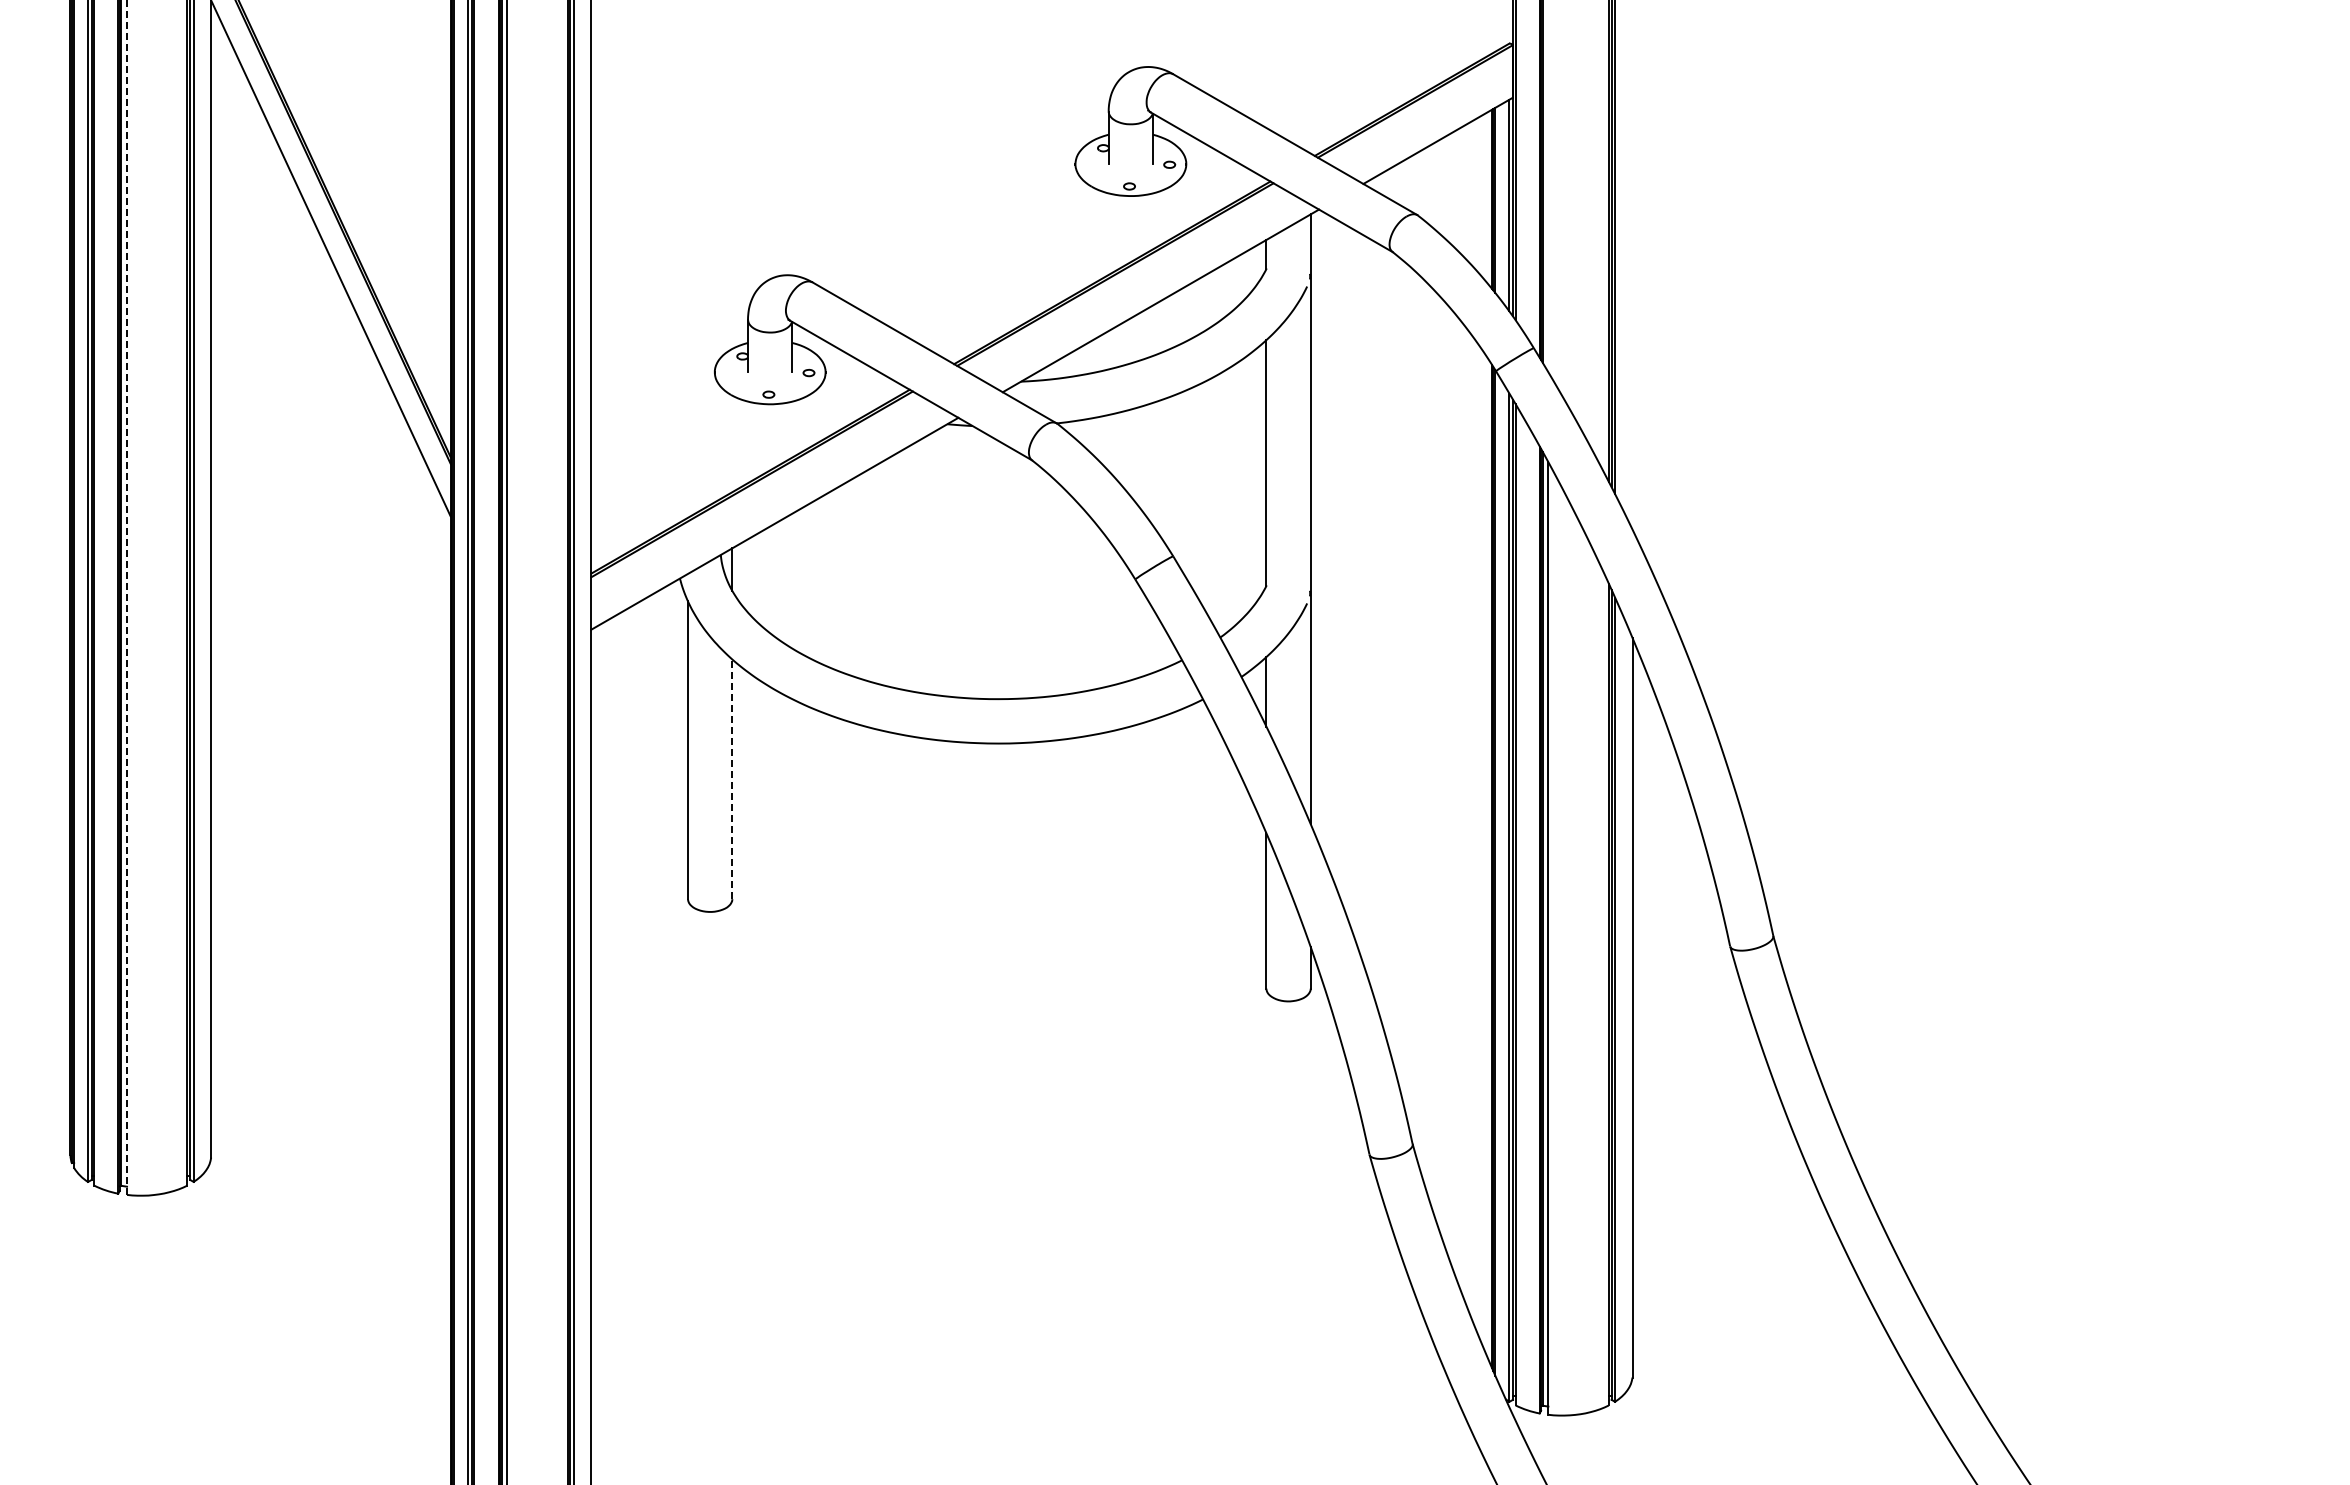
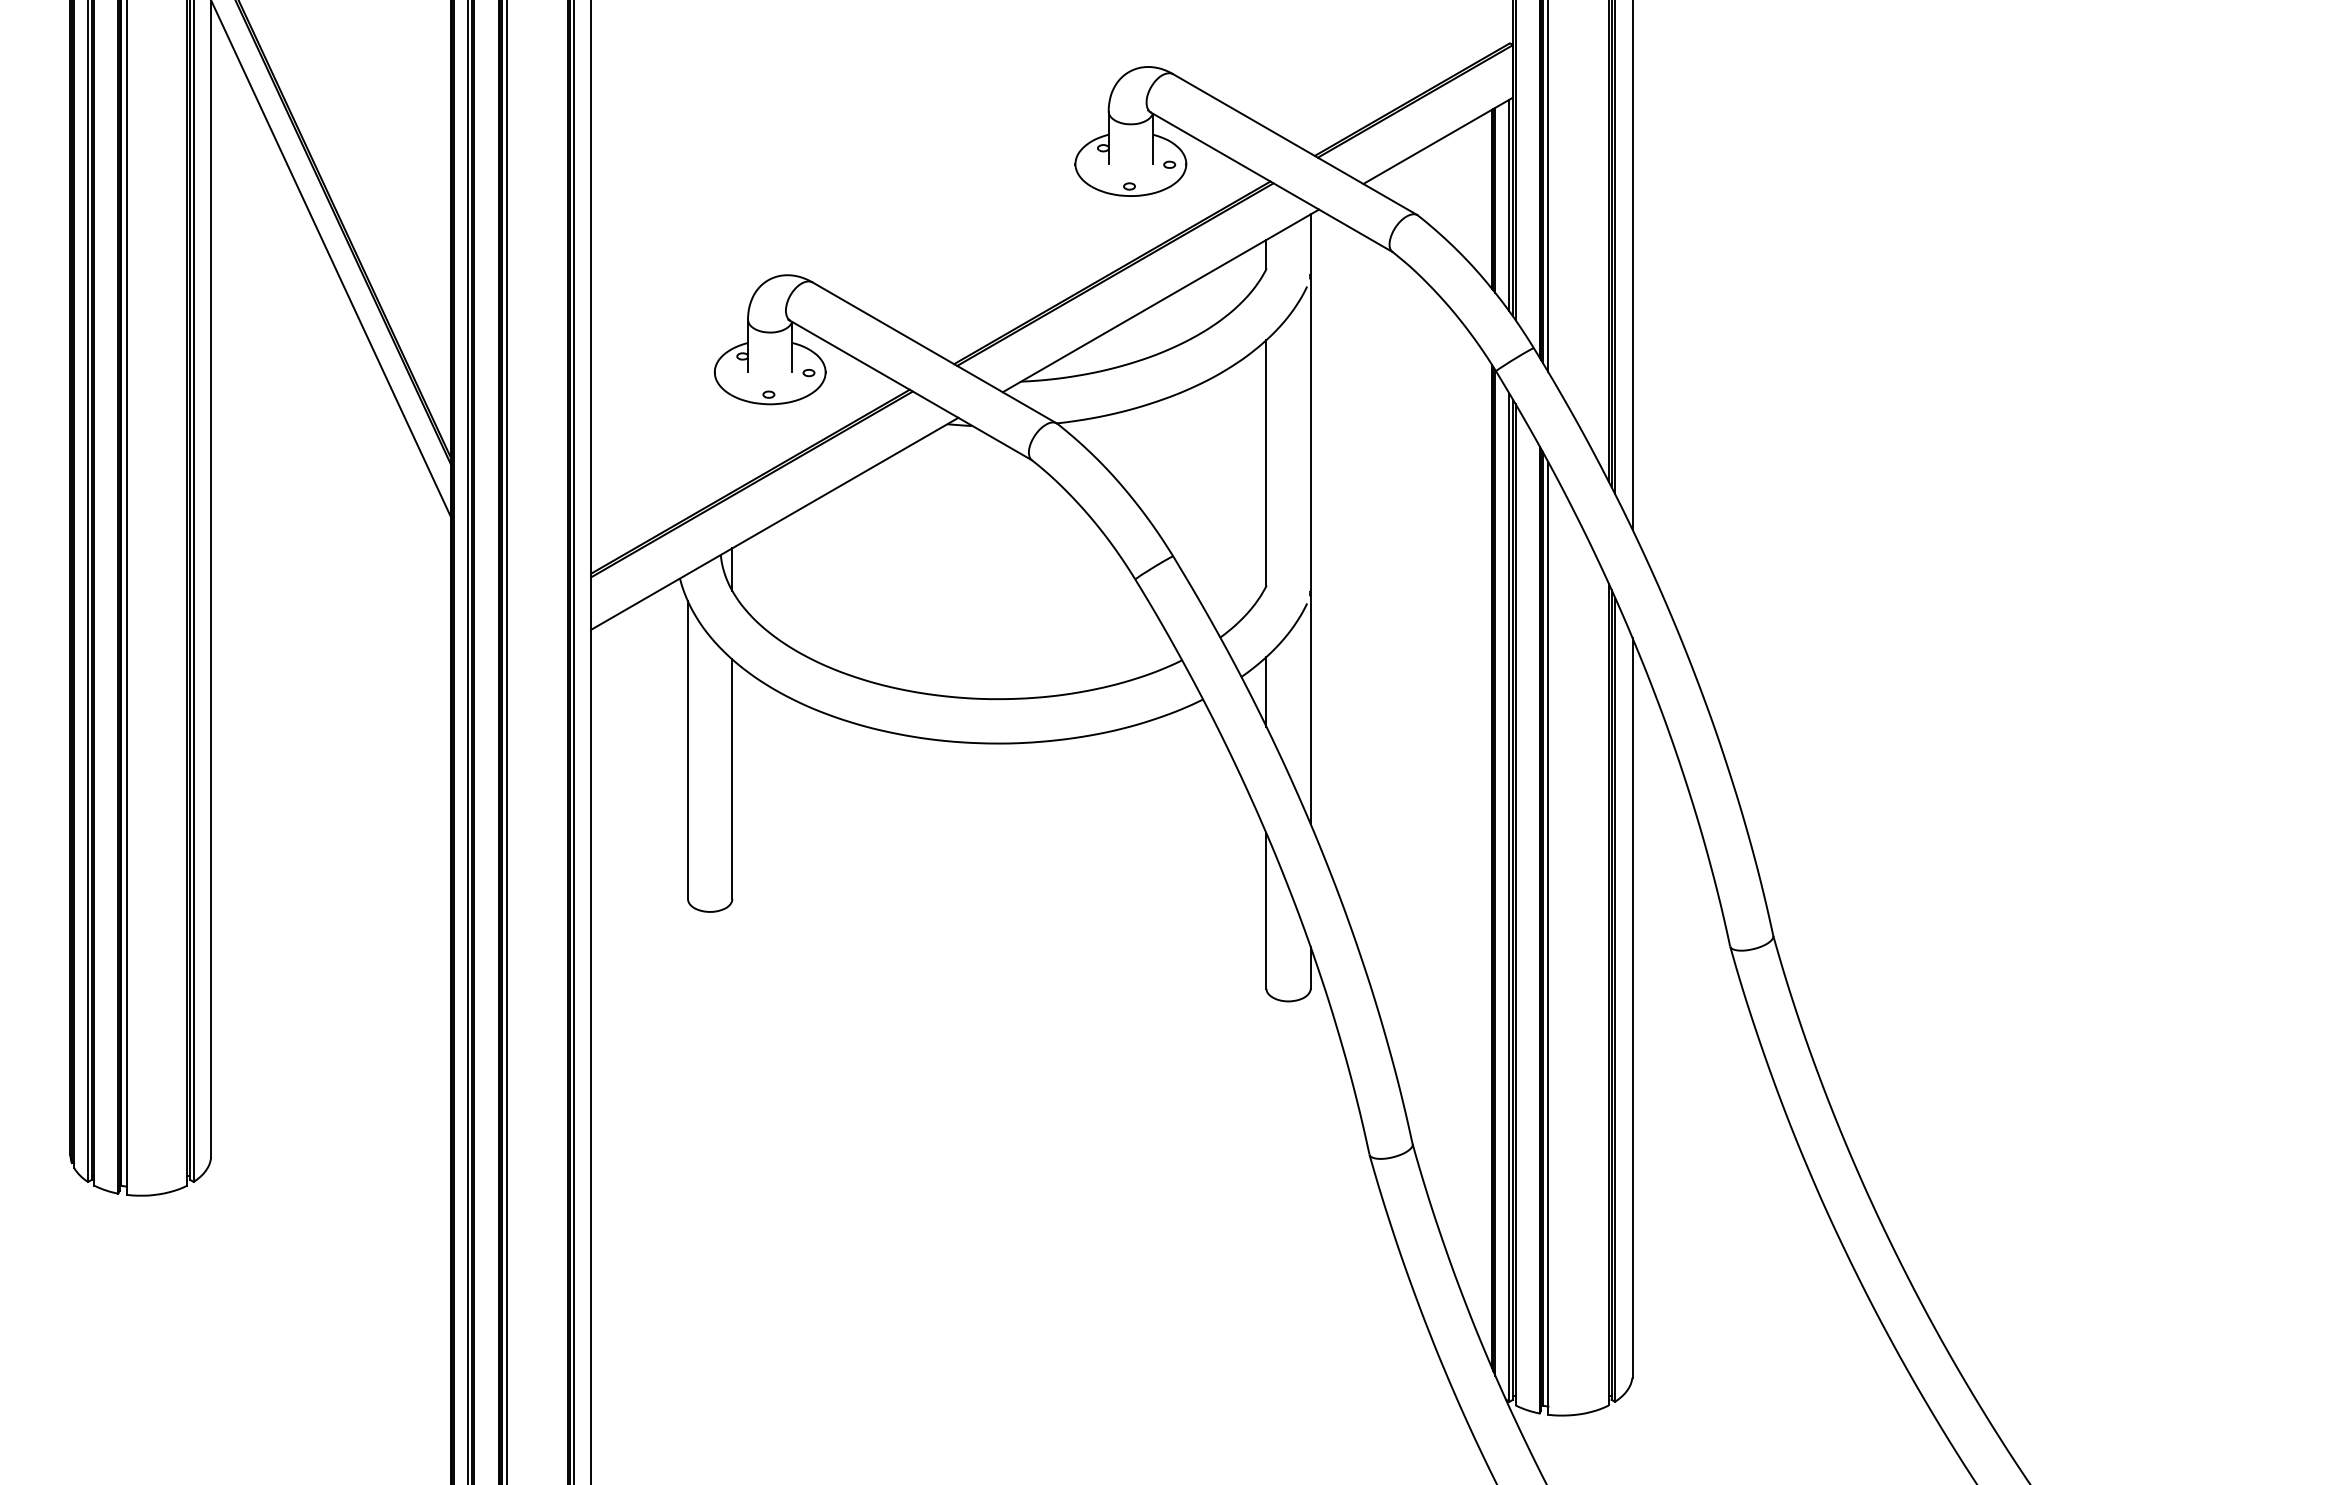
line at (1548, 187): none -> present
line at (1632, 265): none -> present
line at (127, 597): dashed -> solid
line at (732, 779): dashed -> solid
